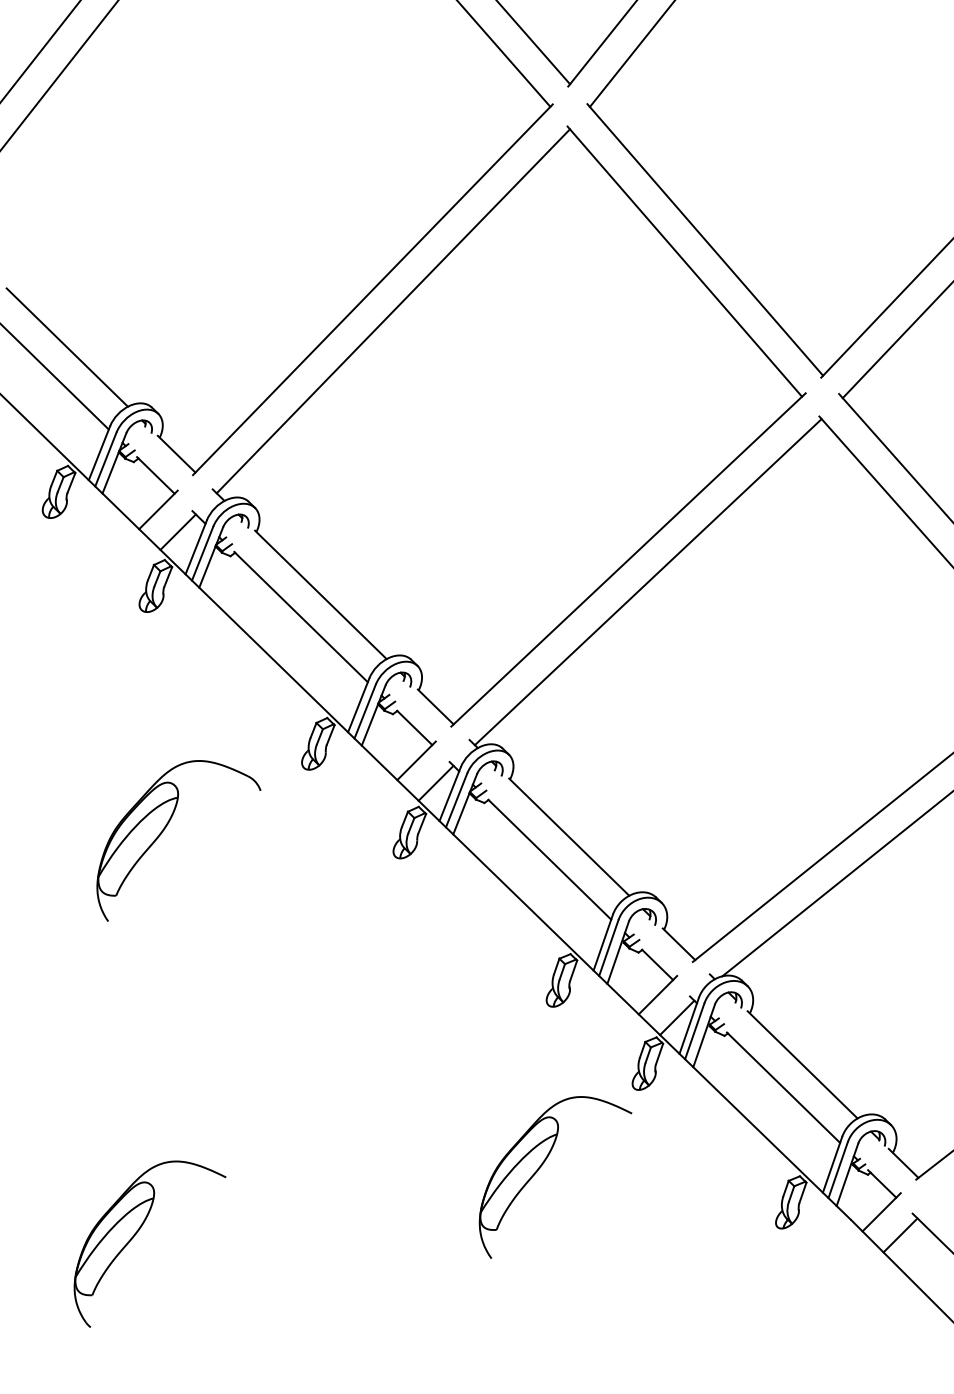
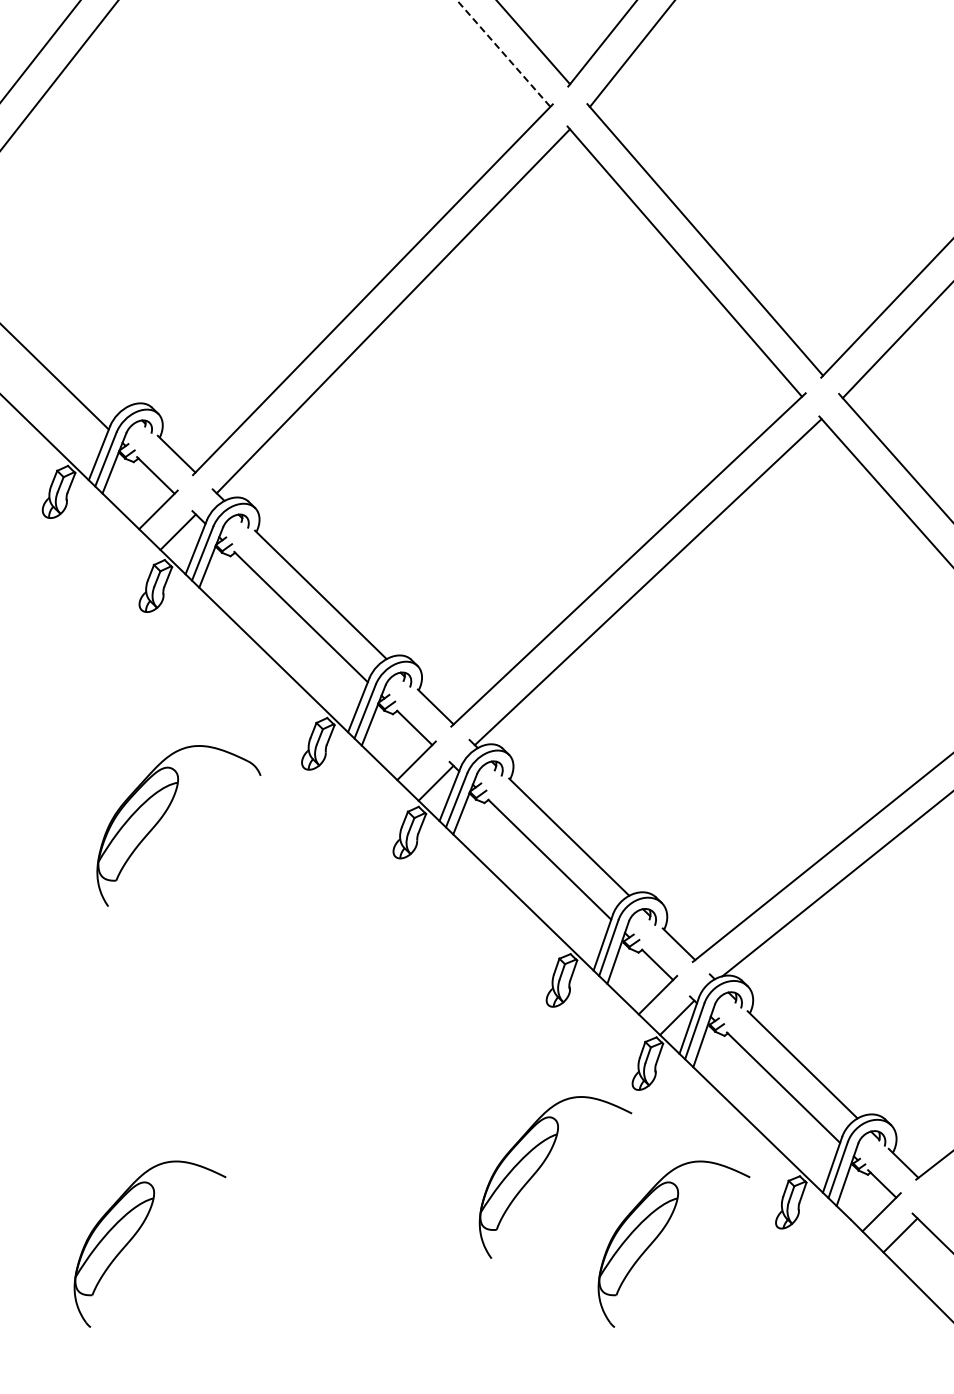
line at (503, 53): solid -> dashed
line at (66, 347): present -> none
part at (164, 830) position: (164, 830) -> (164, 815)
part at (661, 1233): none -> present
